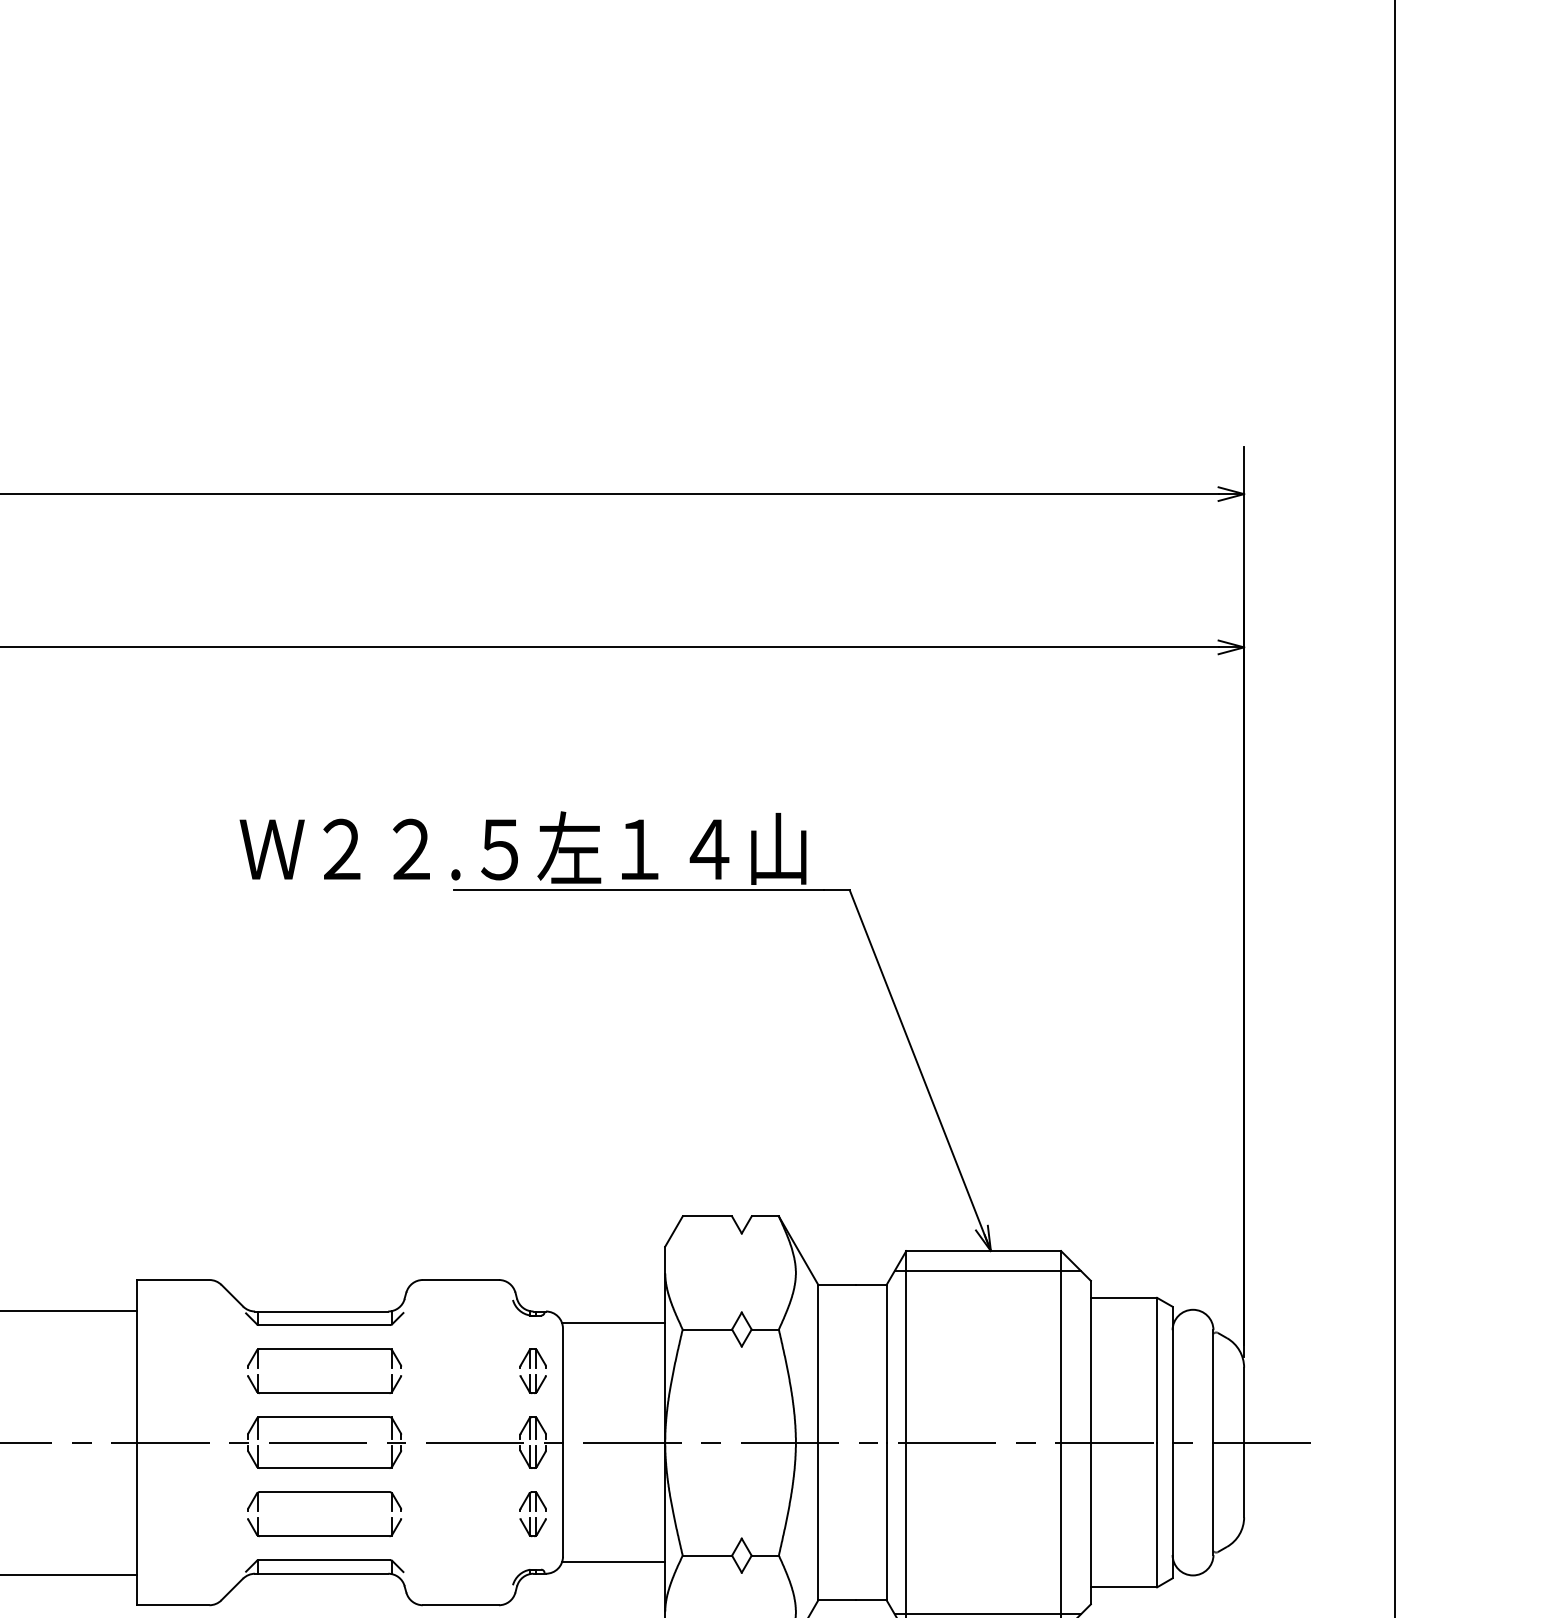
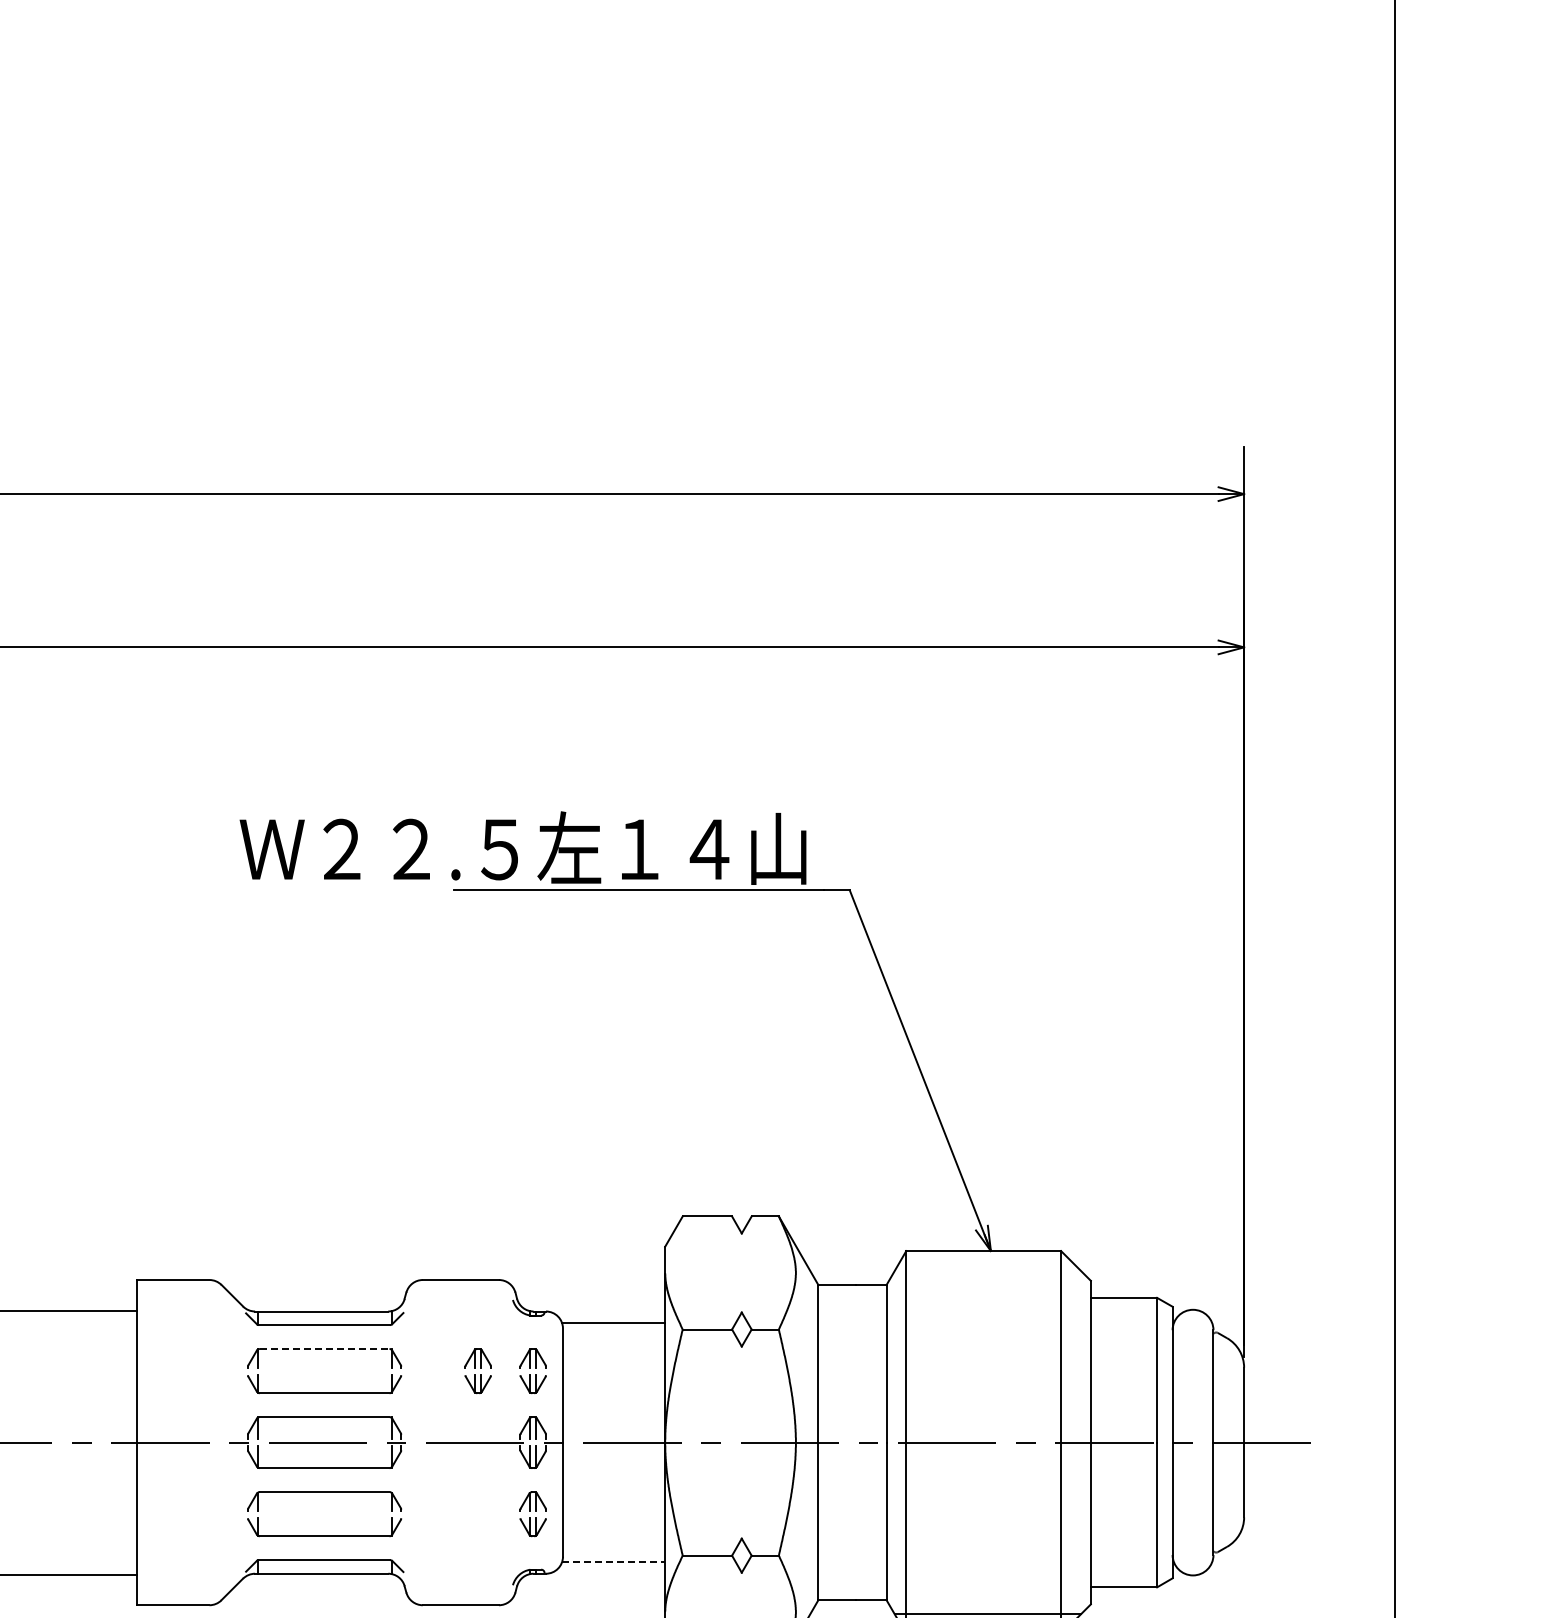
line at (987, 1270): present -> none
line at (324, 1348): solid -> dashed
part at (477, 1371): none -> present
line at (614, 1561): solid -> dashed
